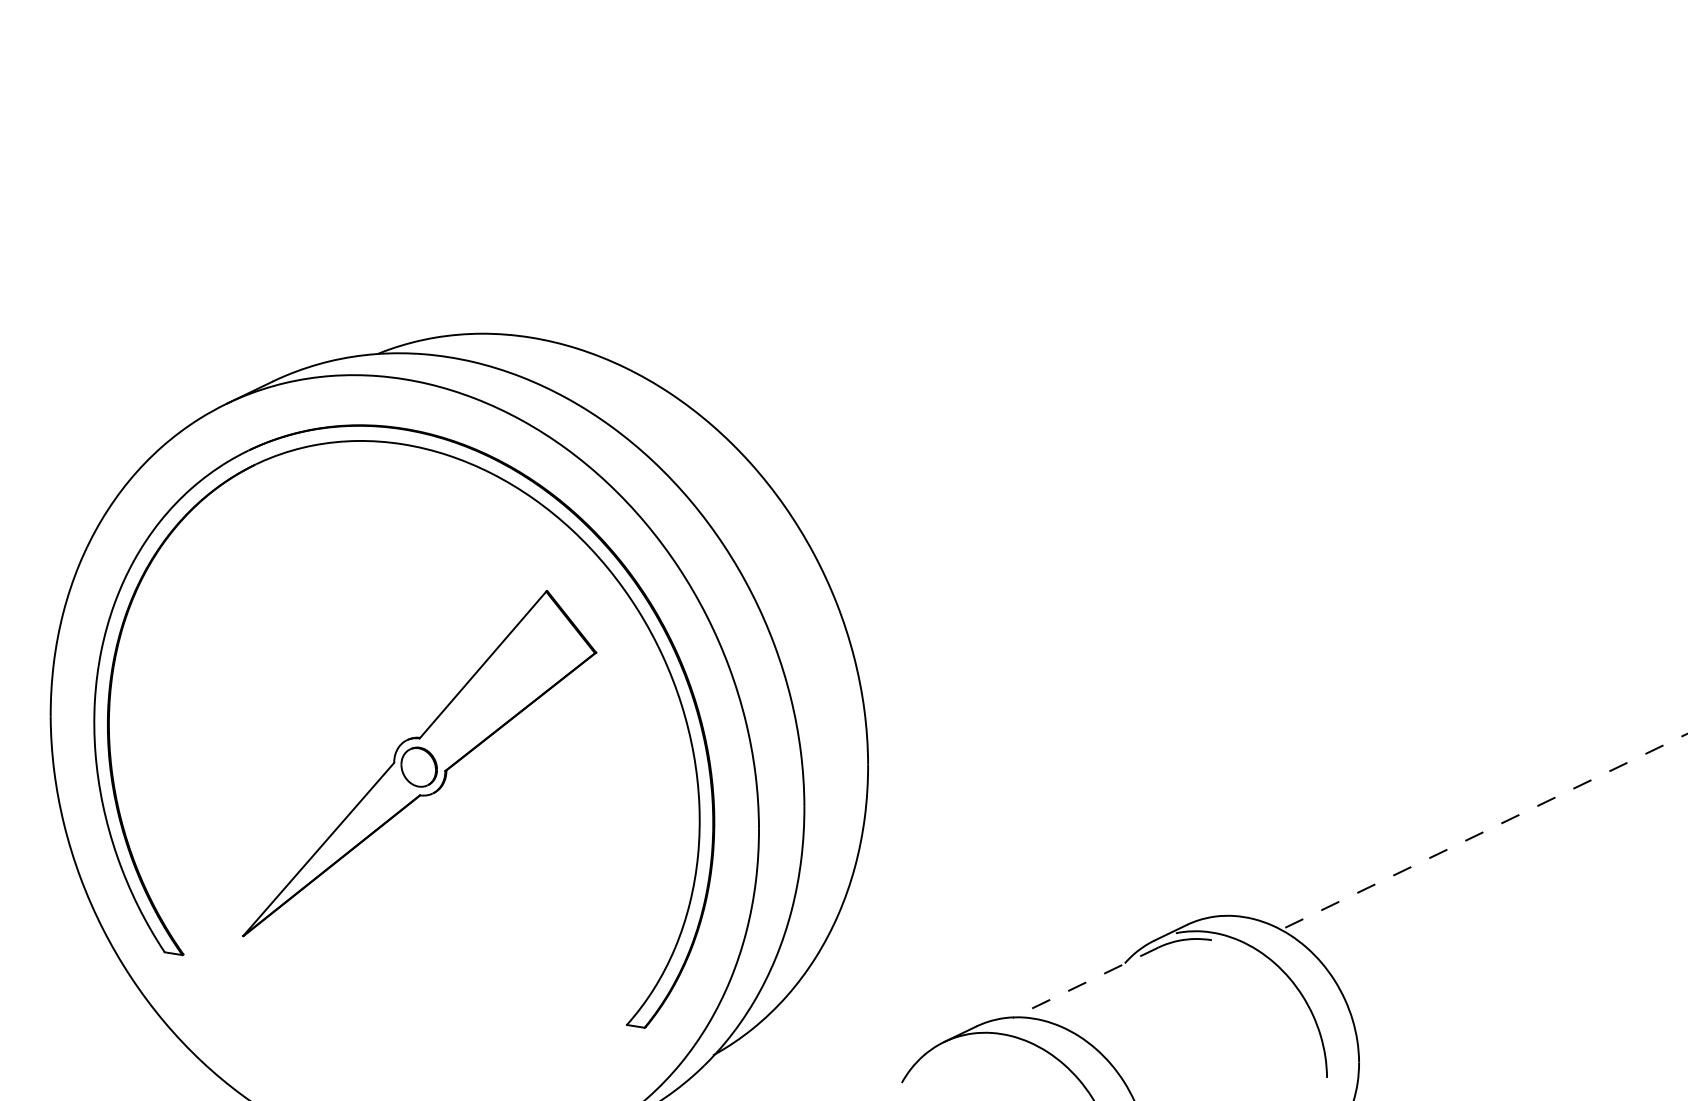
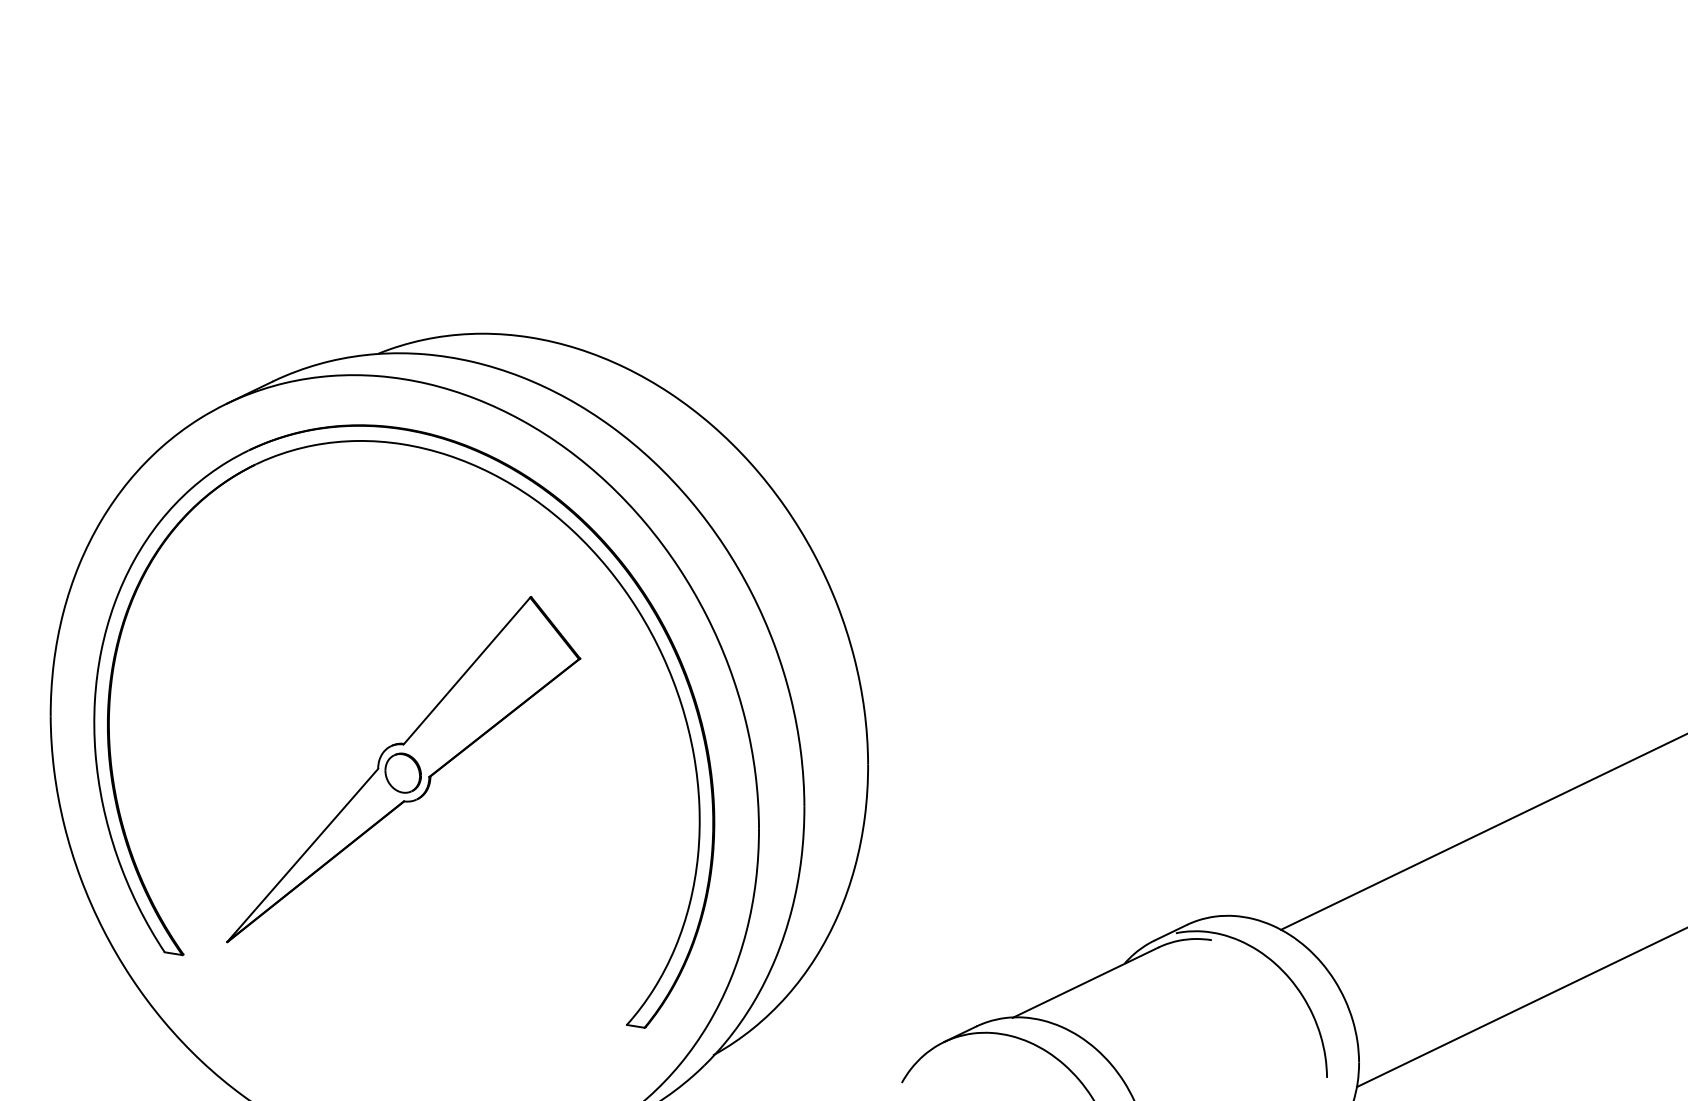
part at (419, 763) position: (419, 763) -> (403, 769)
line at (1483, 832): dashed -> solid
line at (1085, 982): dashed -> solid
line at (1520, 1007): none -> present
